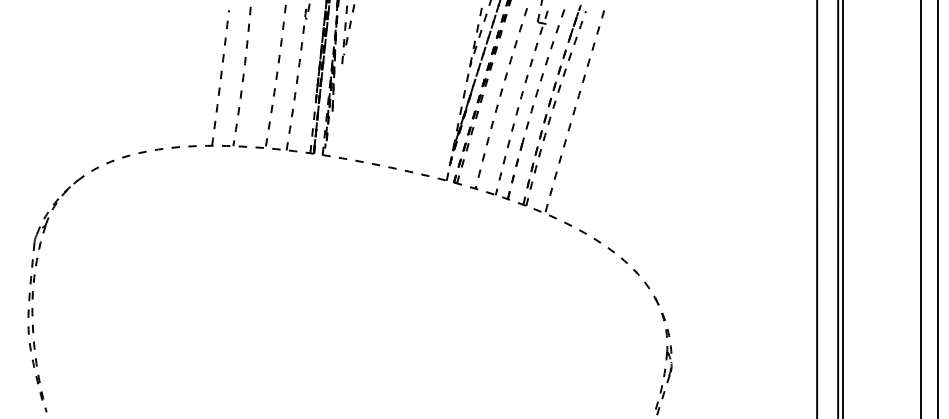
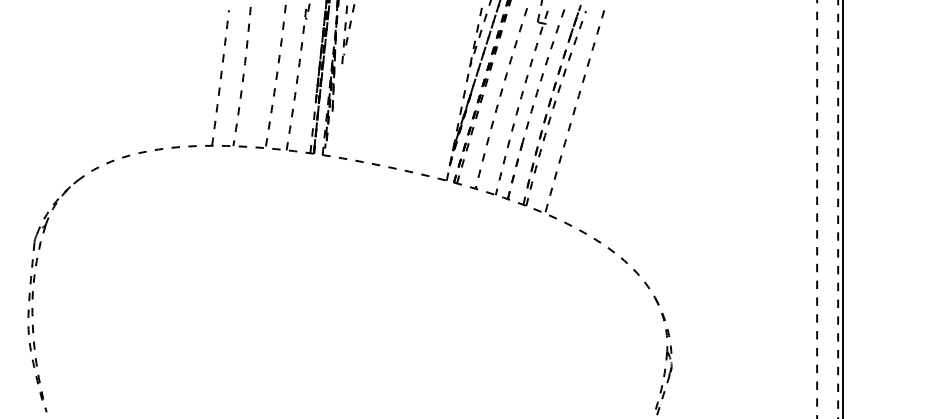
line at (920, 208): present -> none
line at (938, 208): present -> none
line at (817, 209): solid -> dashed
line at (838, 209): solid -> dashed
